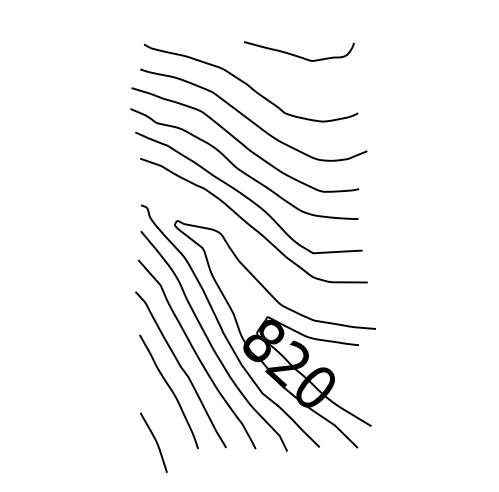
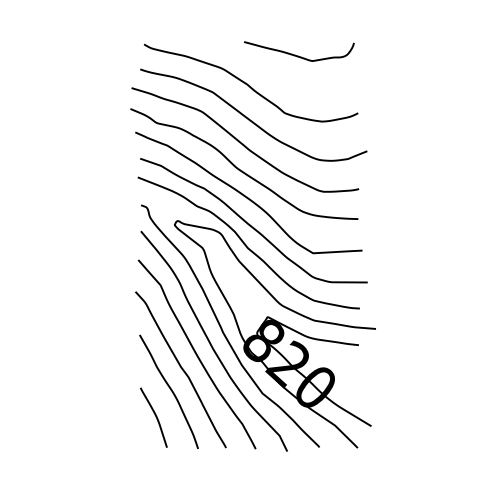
curve at (246, 244): none -> present
curve at (155, 442) position: (155, 442) -> (155, 417)
